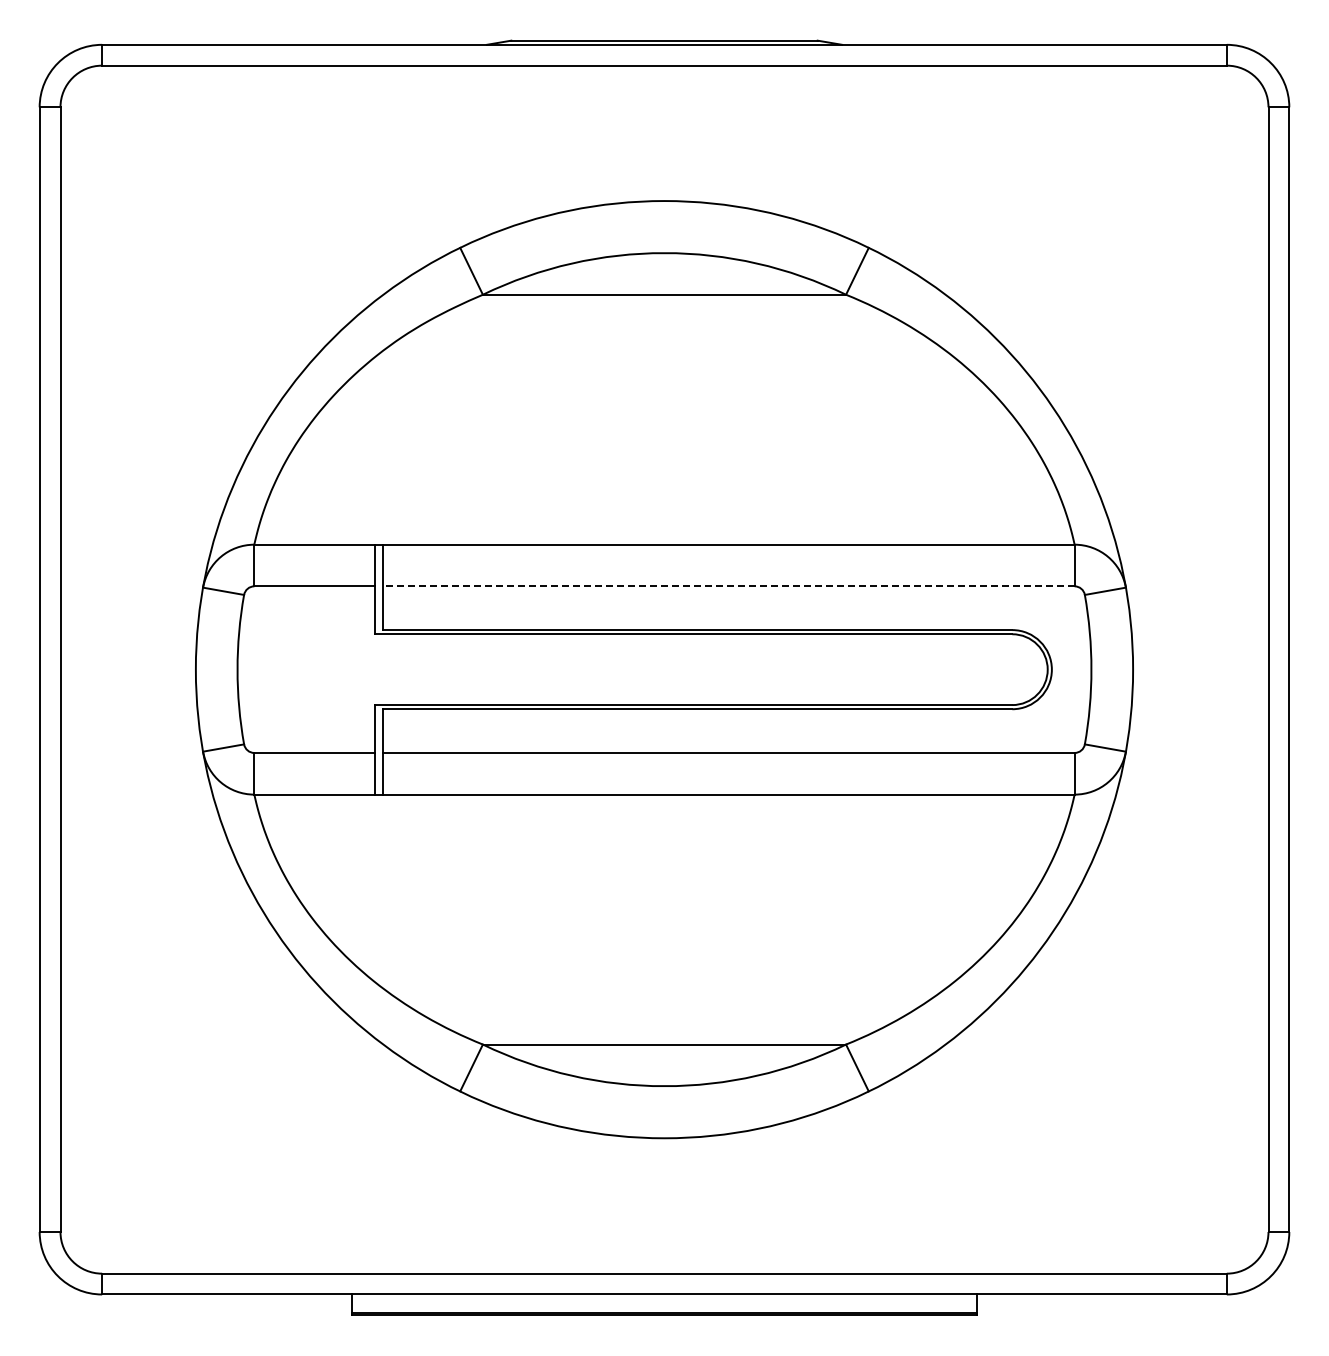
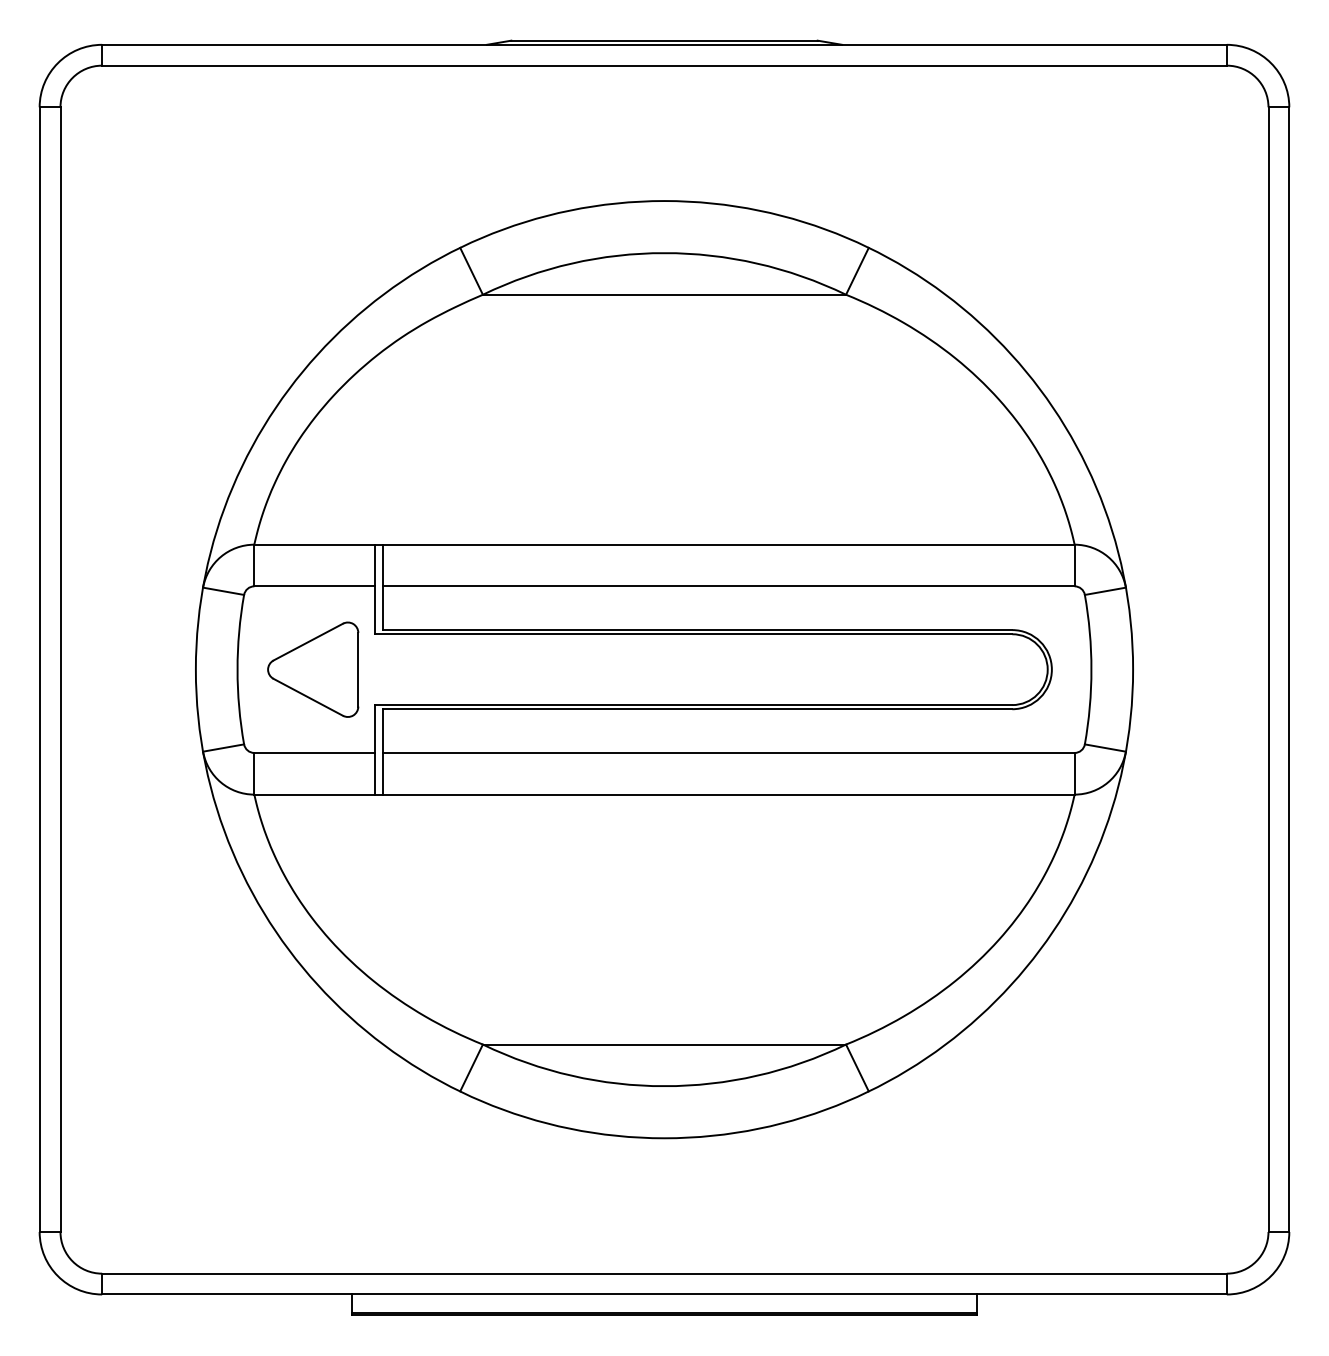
line at (728, 586): dashed -> solid
part at (313, 669): none -> present
